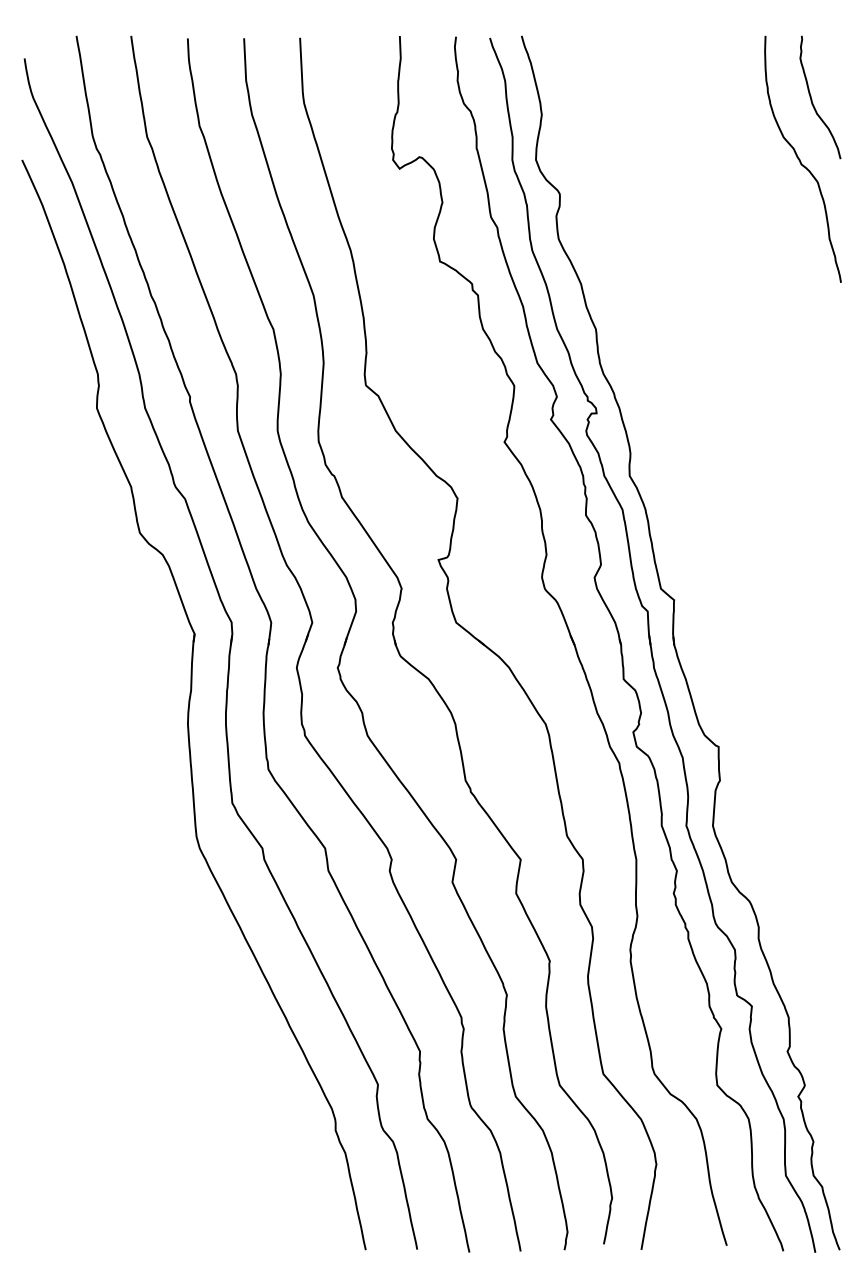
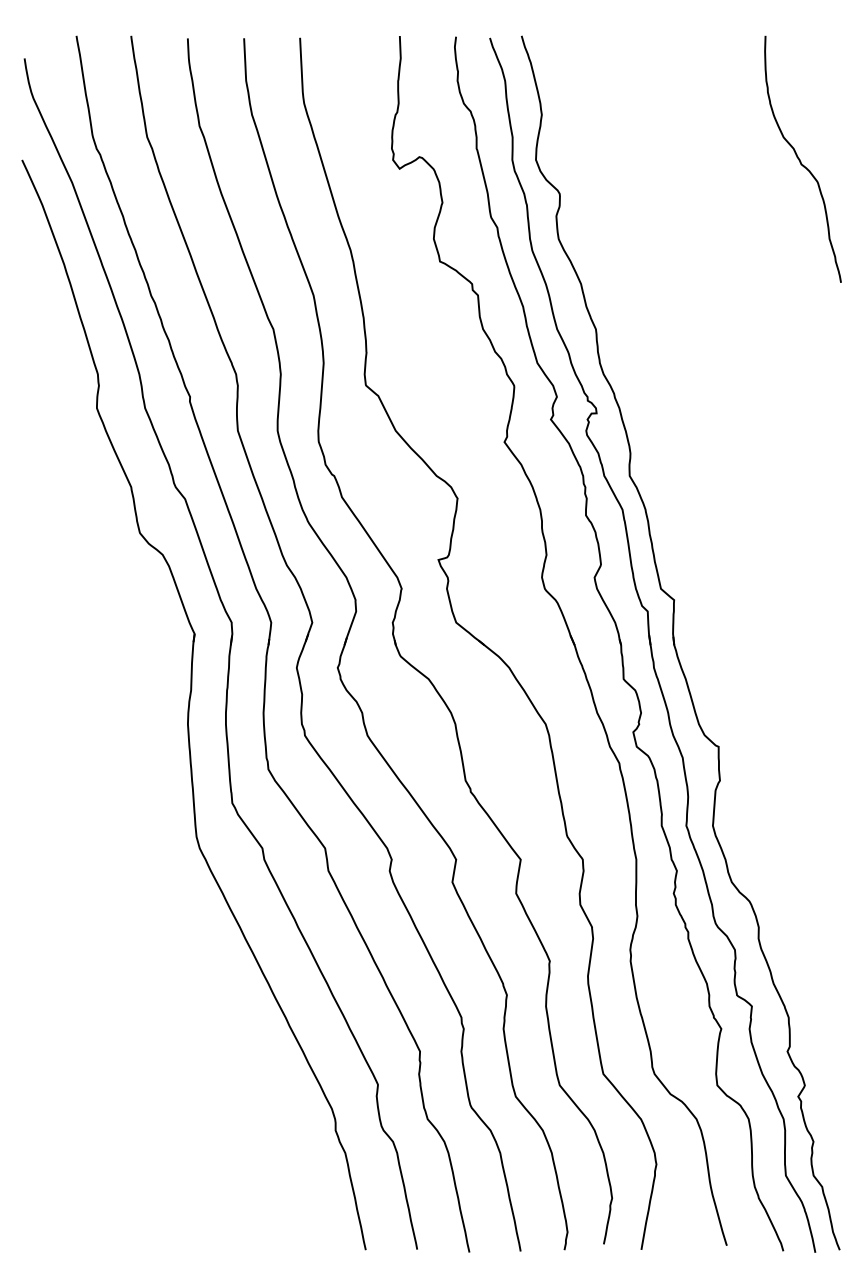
curve at (812, 99): present -> none
